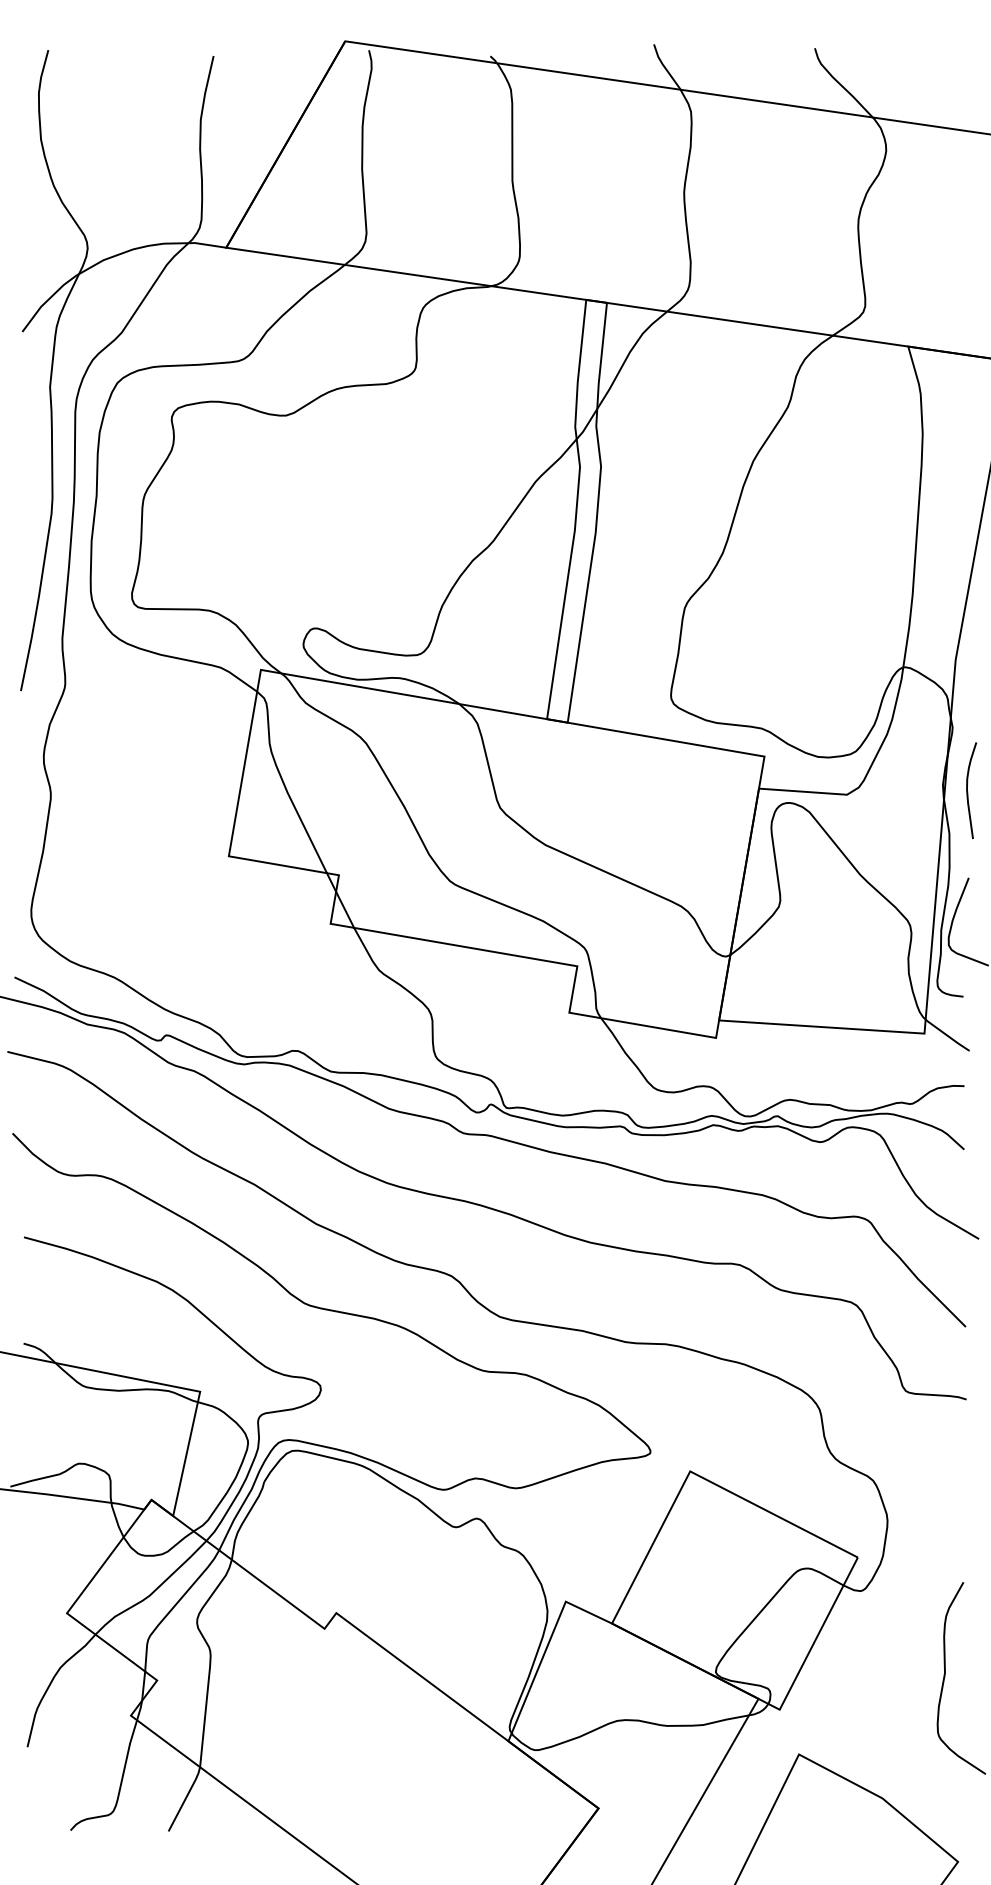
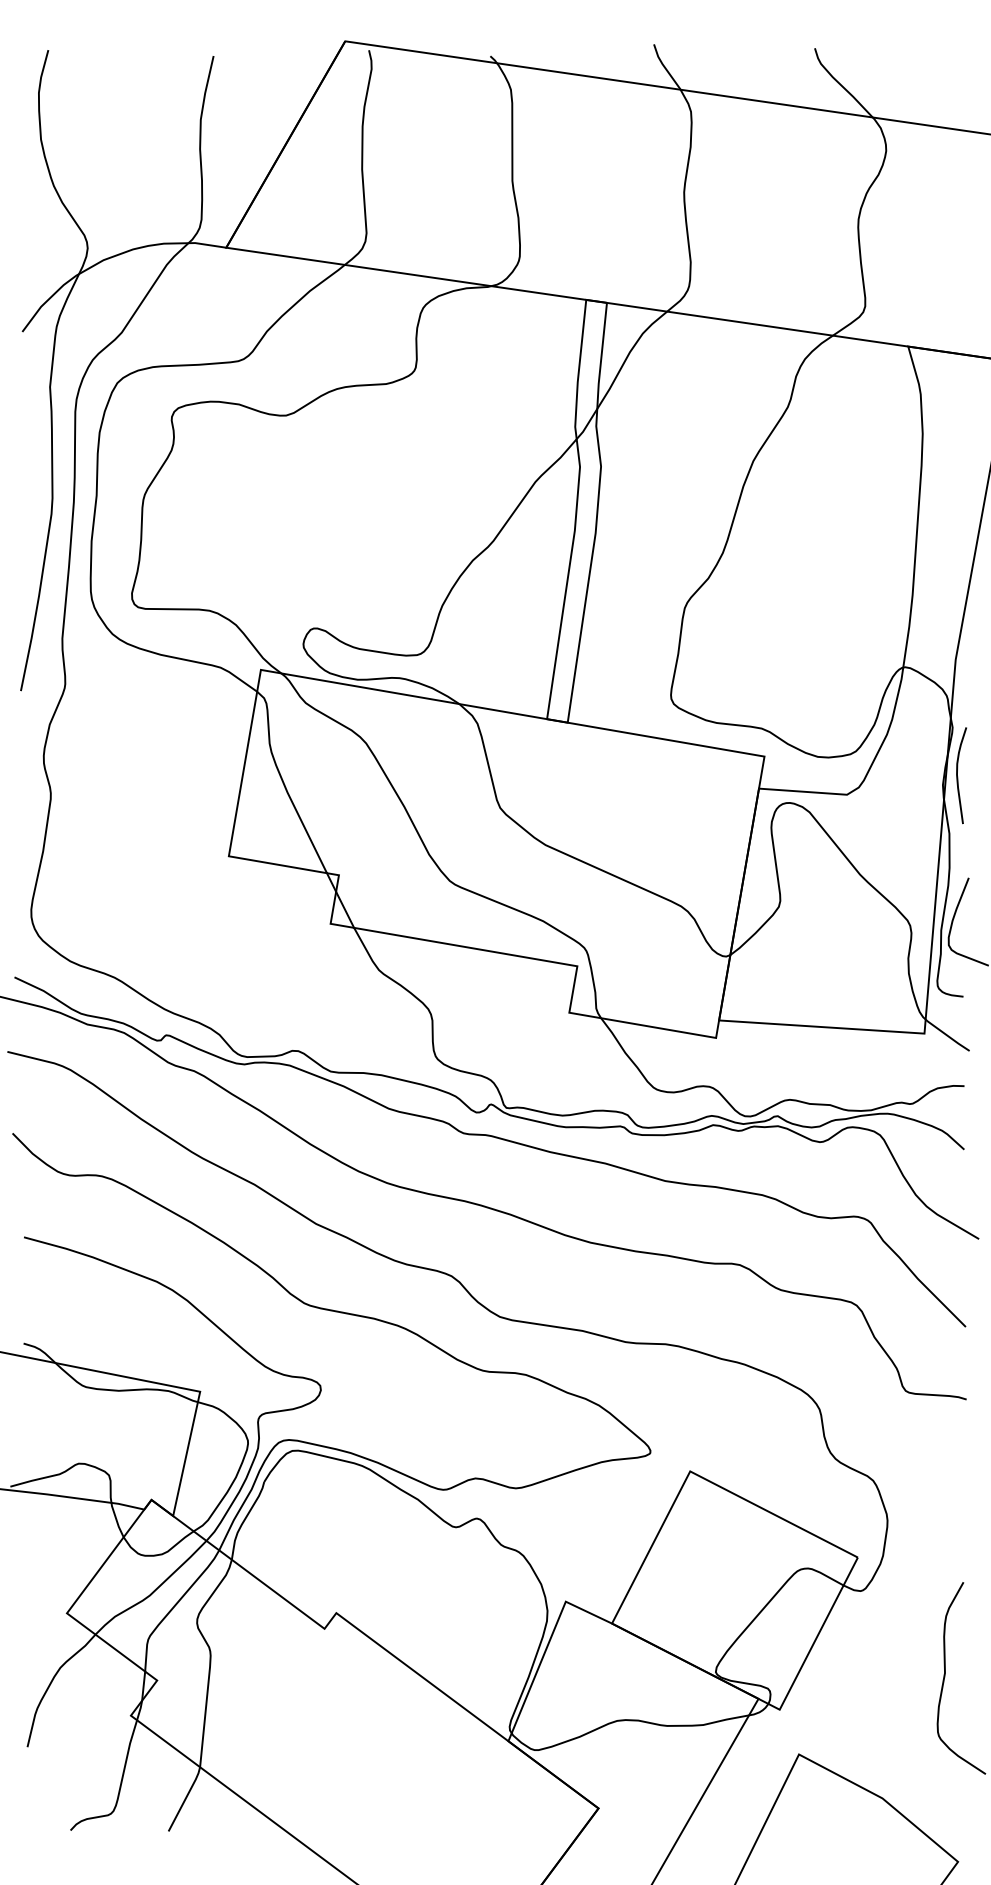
curve at (968, 791) position: (968, 791) -> (958, 776)
